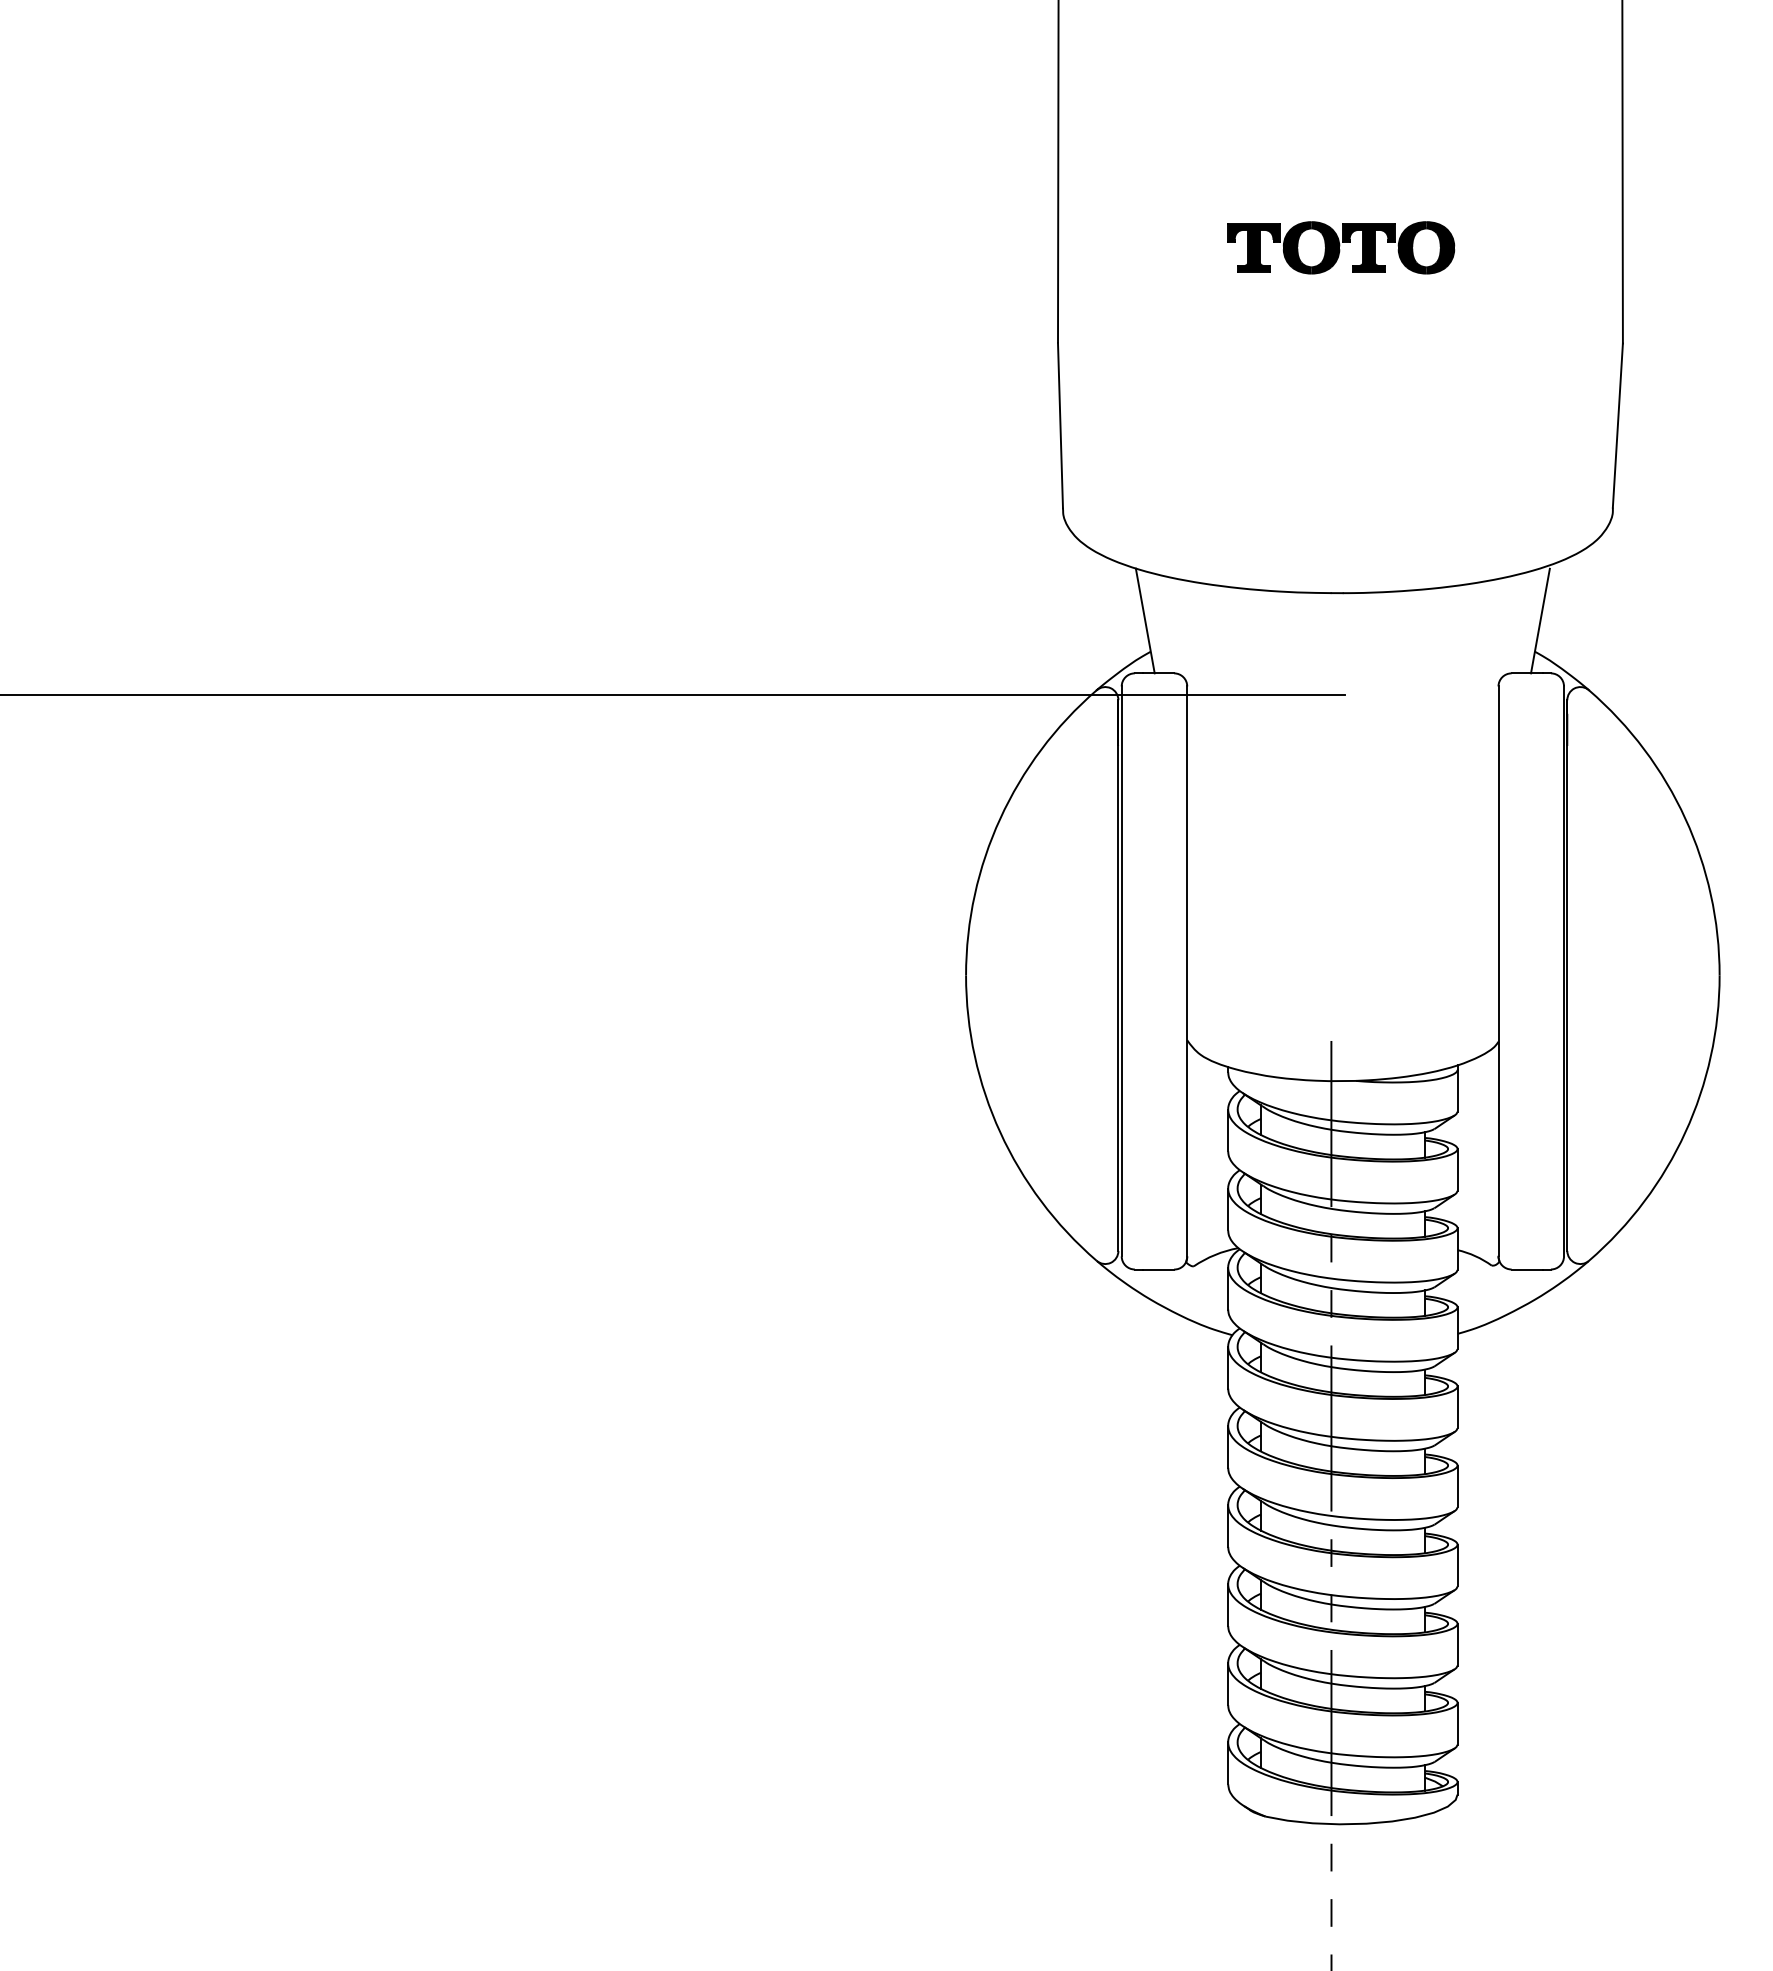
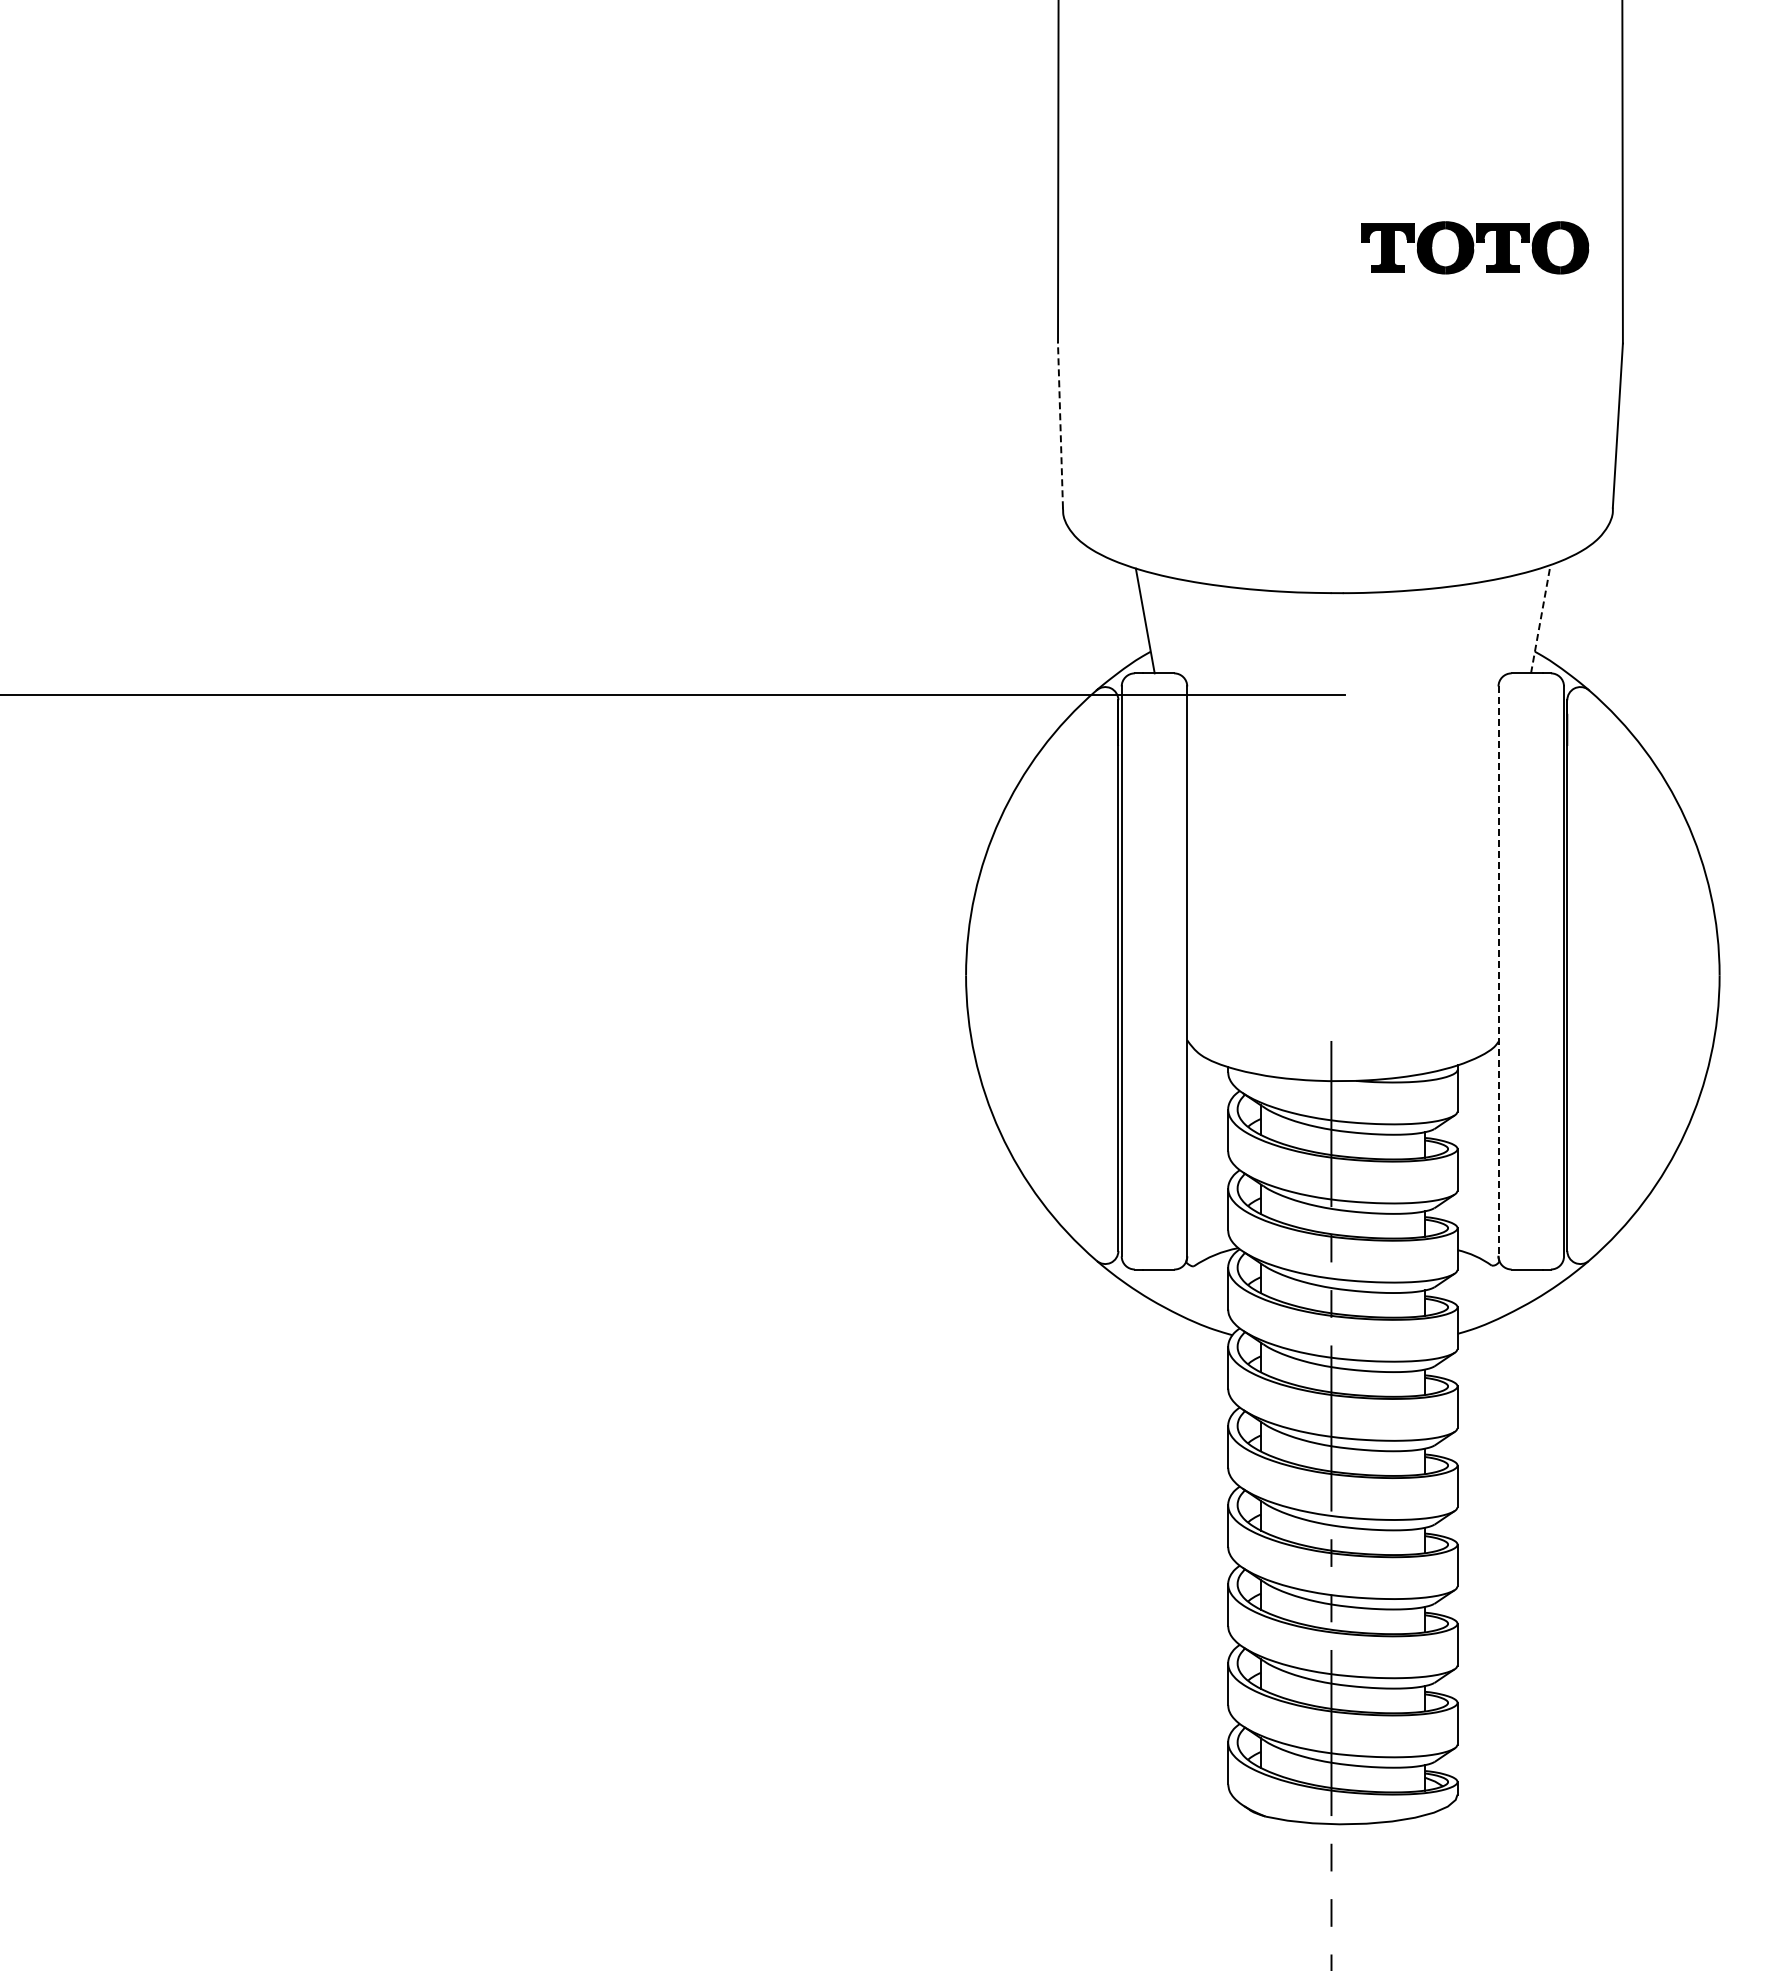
part at (1341, 247) position: (1341, 247) -> (1475, 247)
line at (1060, 425): solid -> dashed
line at (1540, 620): solid -> dashed
line at (1498, 971): solid -> dashed
